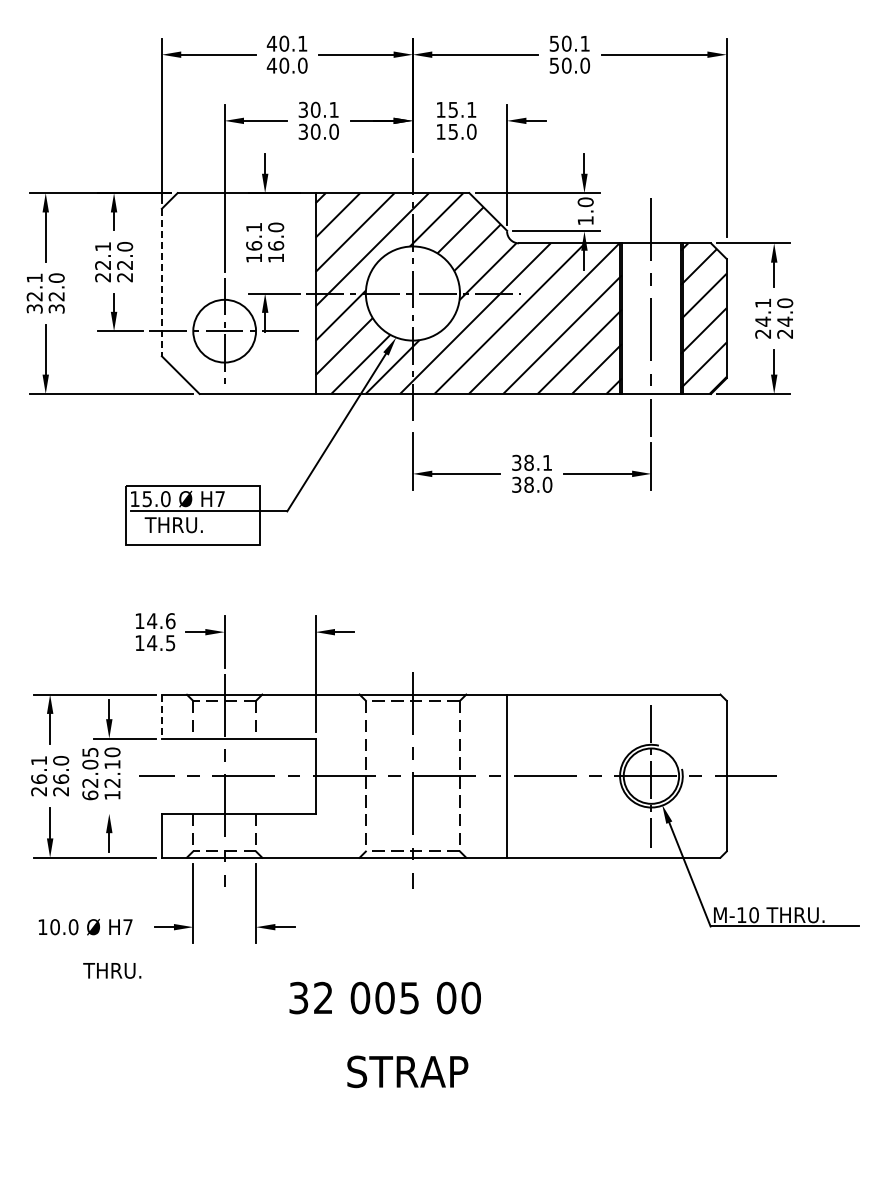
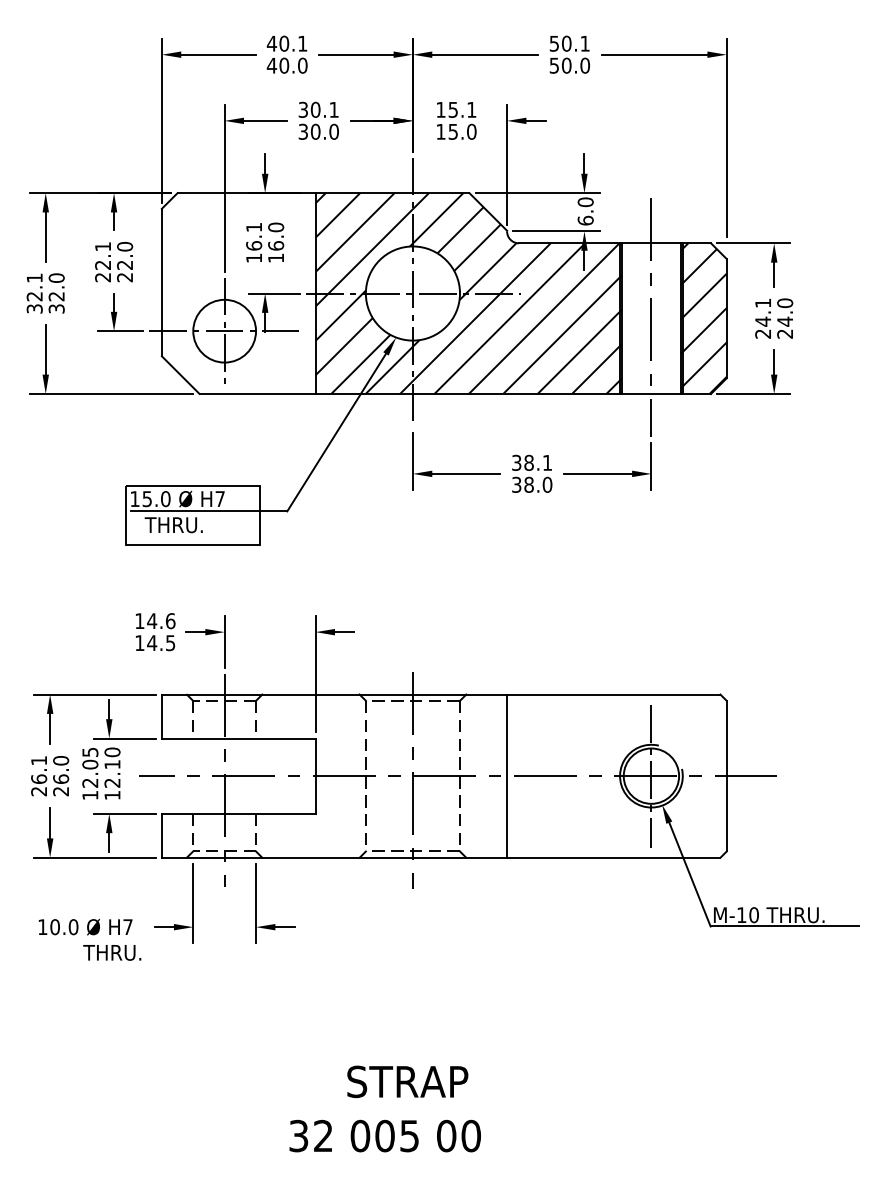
text at (585, 220): 1.0 -> 6.0
line at (161, 282): dashed -> solid
line at (161, 716): dashed -> solid
text at (90, 795): 62.05 -> 12.05
line at (124, 813): none -> present
text at (112, 970) position: (112, 970) -> (112, 952)
text at (384, 997) position: (384, 997) -> (384, 1135)
text at (407, 1071) position: (407, 1071) -> (407, 1081)
